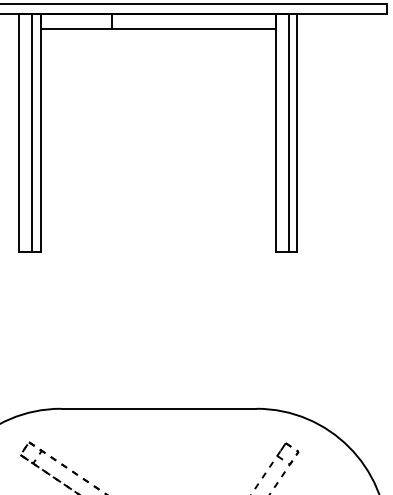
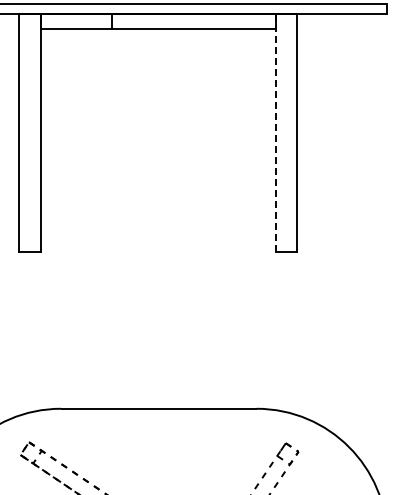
line at (275, 132): solid -> dashed
line at (31, 133): present -> none
line at (288, 133): present -> none
